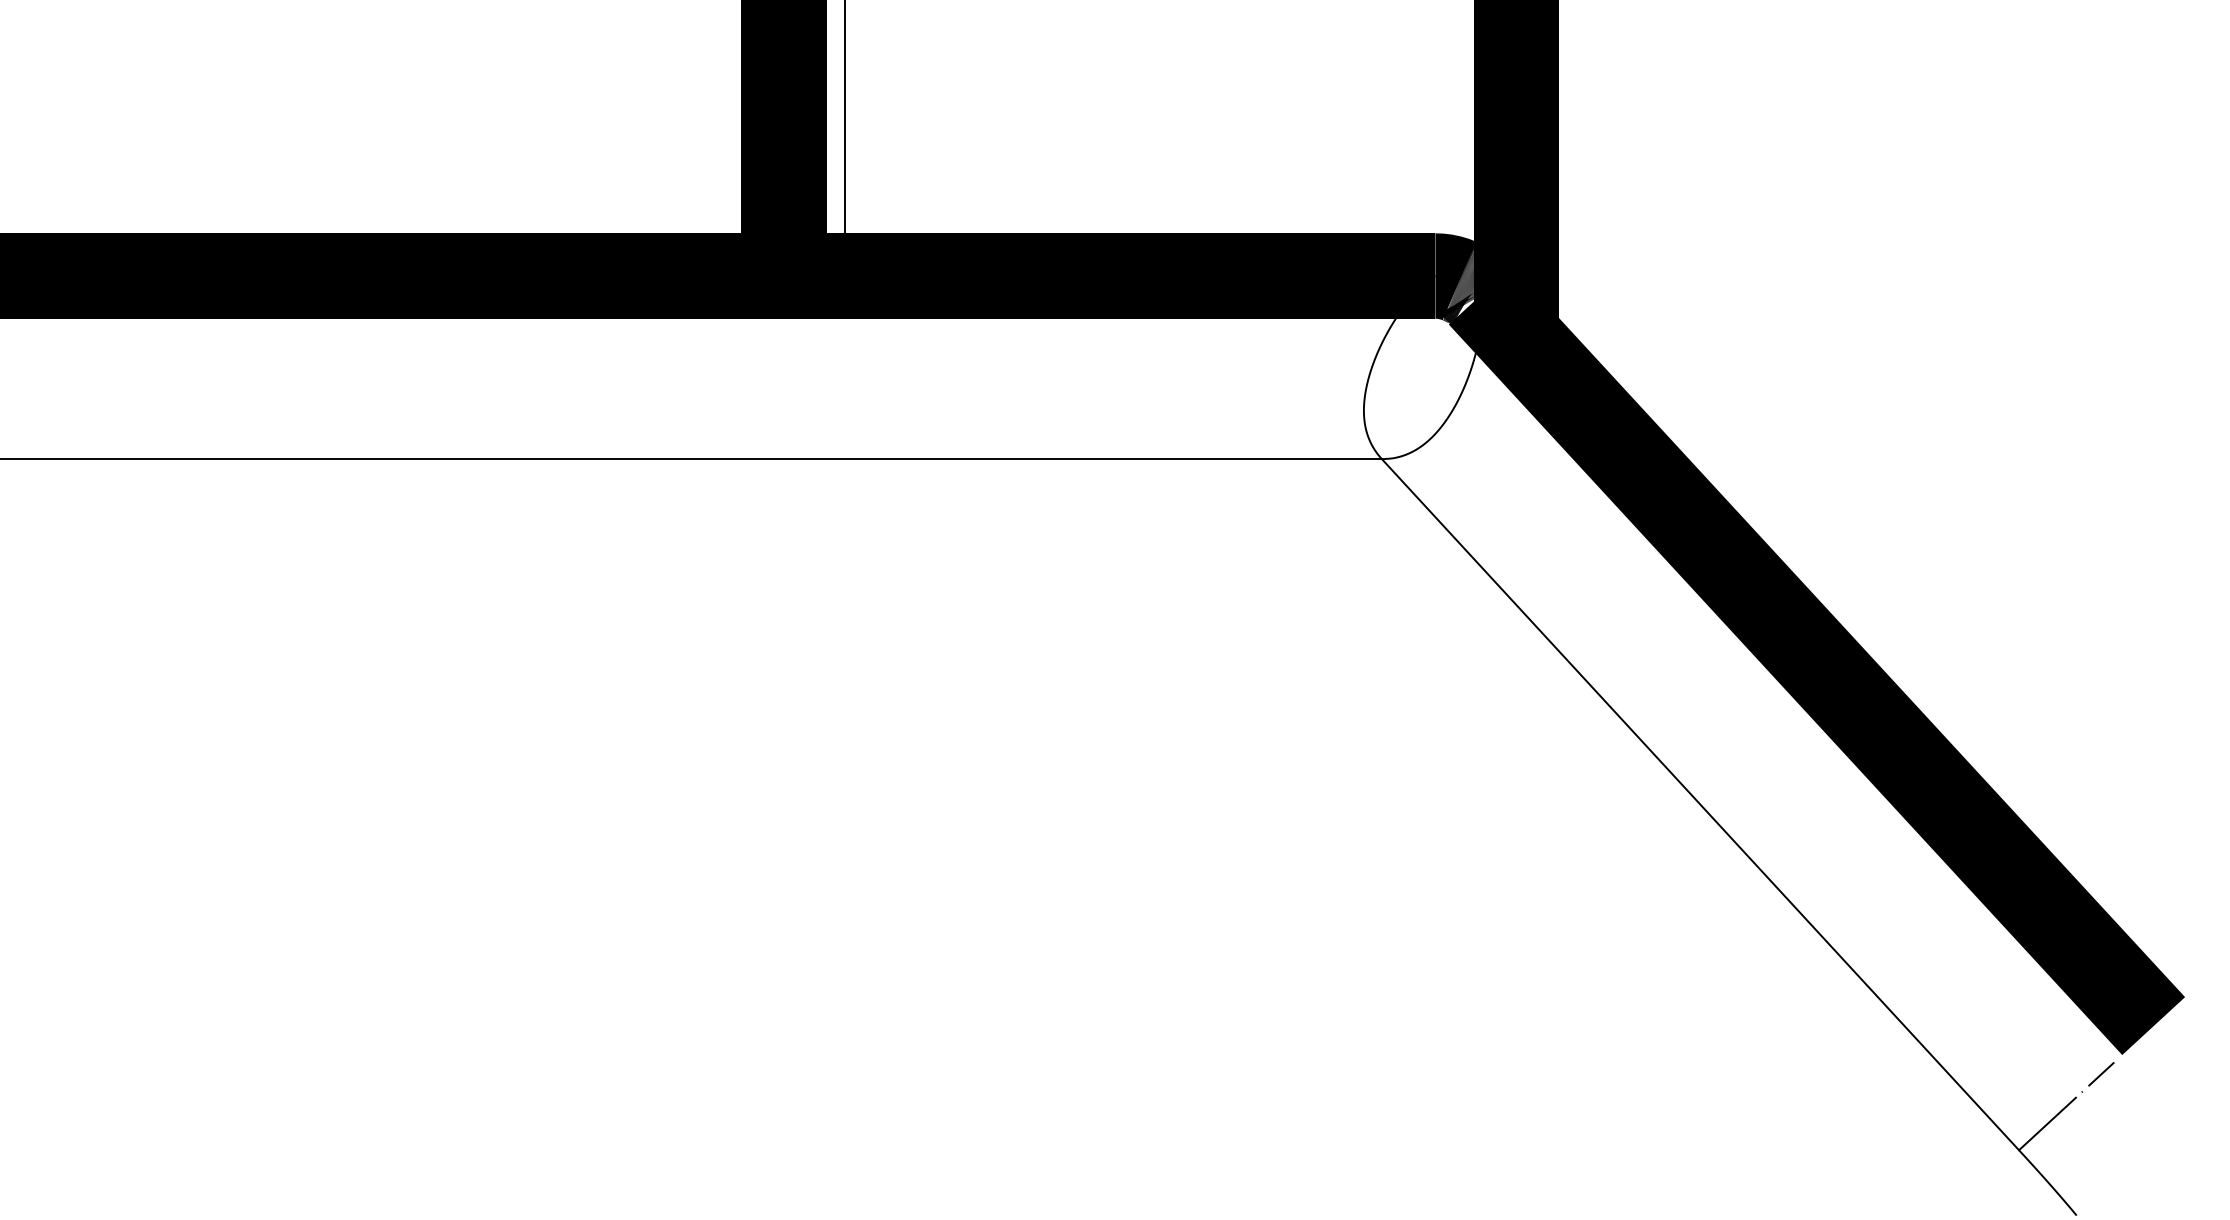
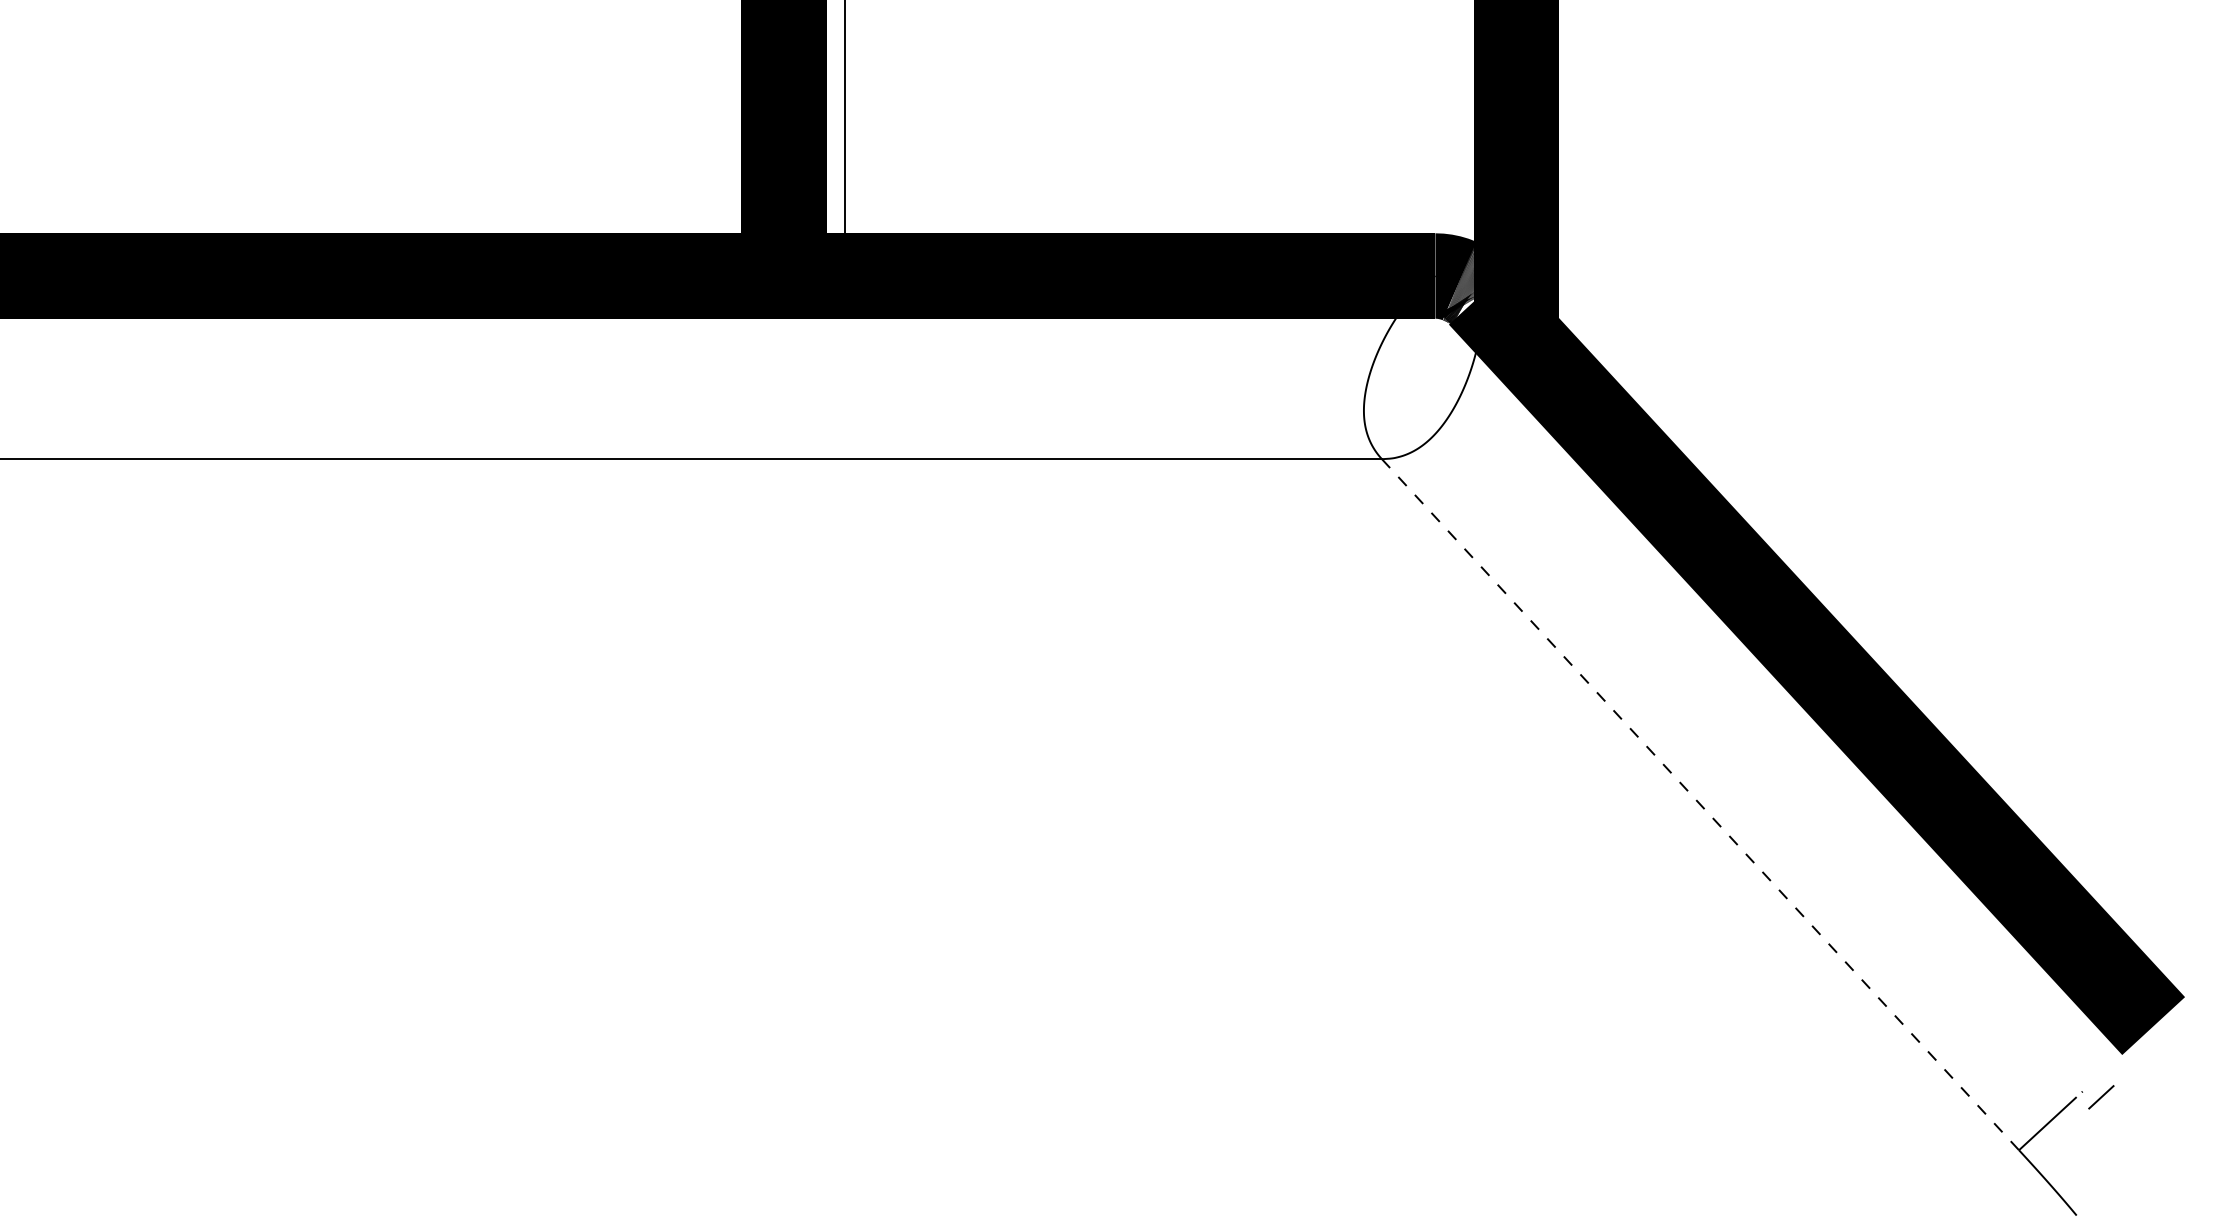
line at (1700, 804): solid -> dashed
line at (2101, 1074) position: (2101, 1074) -> (2101, 1097)
